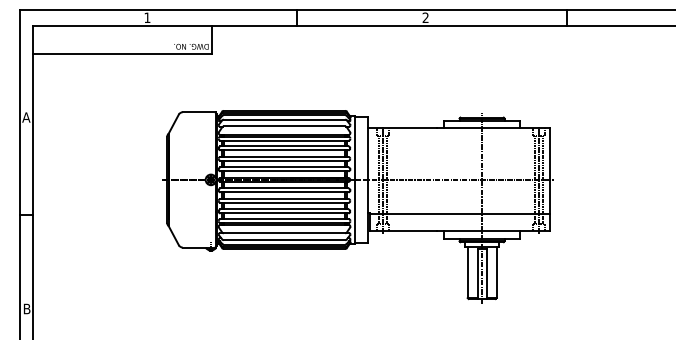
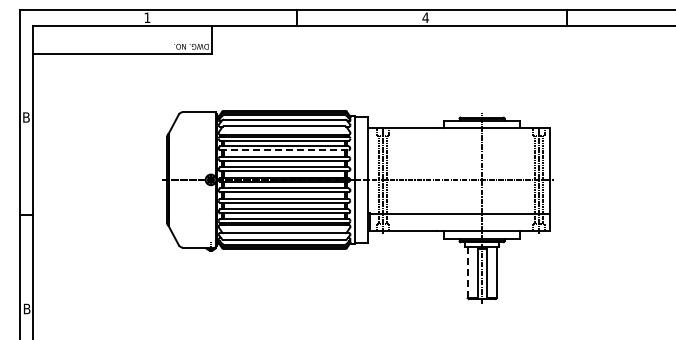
text at (425, 17): 2 -> 4
text at (26, 117): A -> B
line at (284, 150): solid -> dashed
line at (467, 272): solid -> dashed
